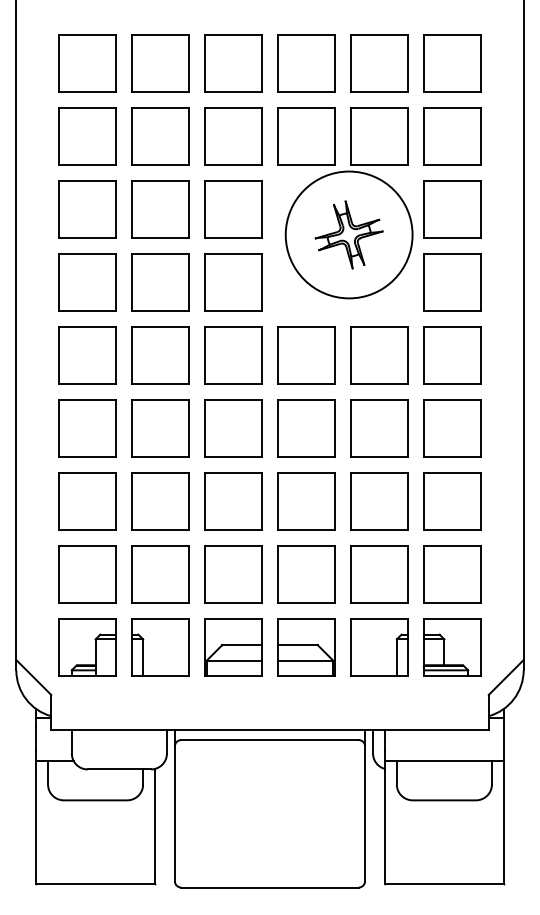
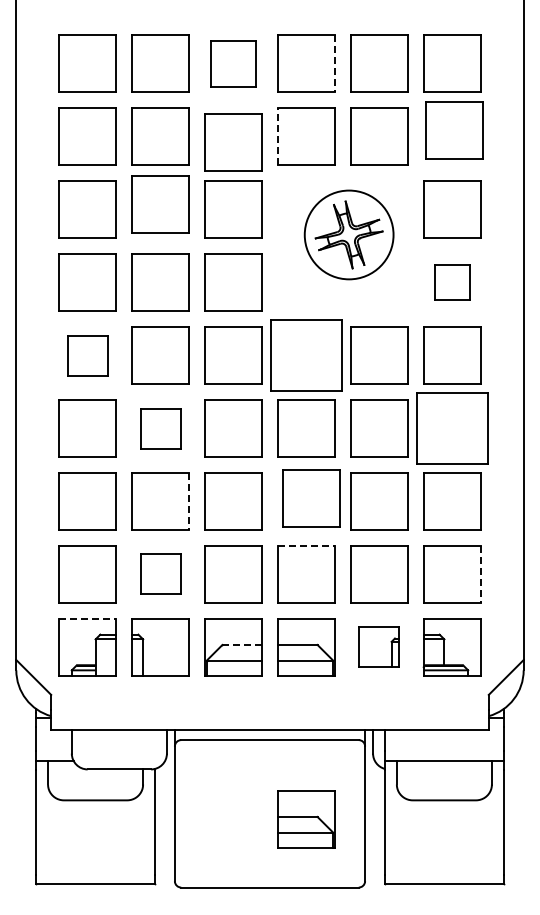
part at (233, 63) size: 59x59 px -> 47x48 px
line at (335, 63): solid -> dashed
part at (233, 136) position: (233, 136) -> (233, 142)
line at (277, 136): solid -> dashed
part at (452, 136) position: (452, 136) -> (454, 130)
part at (160, 209) position: (160, 209) -> (160, 204)
circle at (348, 234) diameter: 127 px -> 89 px
part at (452, 282) size: 59x59 px -> 37x37 px
part at (87, 355) size: 59x59 px -> 42x42 px
part at (306, 355) size: 59x59 px -> 73x73 px
part at (160, 428) size: 59x59 px -> 42x42 px
part at (452, 428) size: 59x59 px -> 73x73 px
line at (189, 501): solid -> dashed
part at (306, 501) position: (306, 501) -> (311, 498)
line at (306, 545): solid -> dashed
part at (160, 574) size: 59x59 px -> 42x42 px
line at (480, 574): solid -> dashed
line at (87, 618): solid -> dashed
line at (242, 644): solid -> dashed
part at (379, 647) size: 59x59 px -> 42x42 px
part at (306, 819): none -> present
